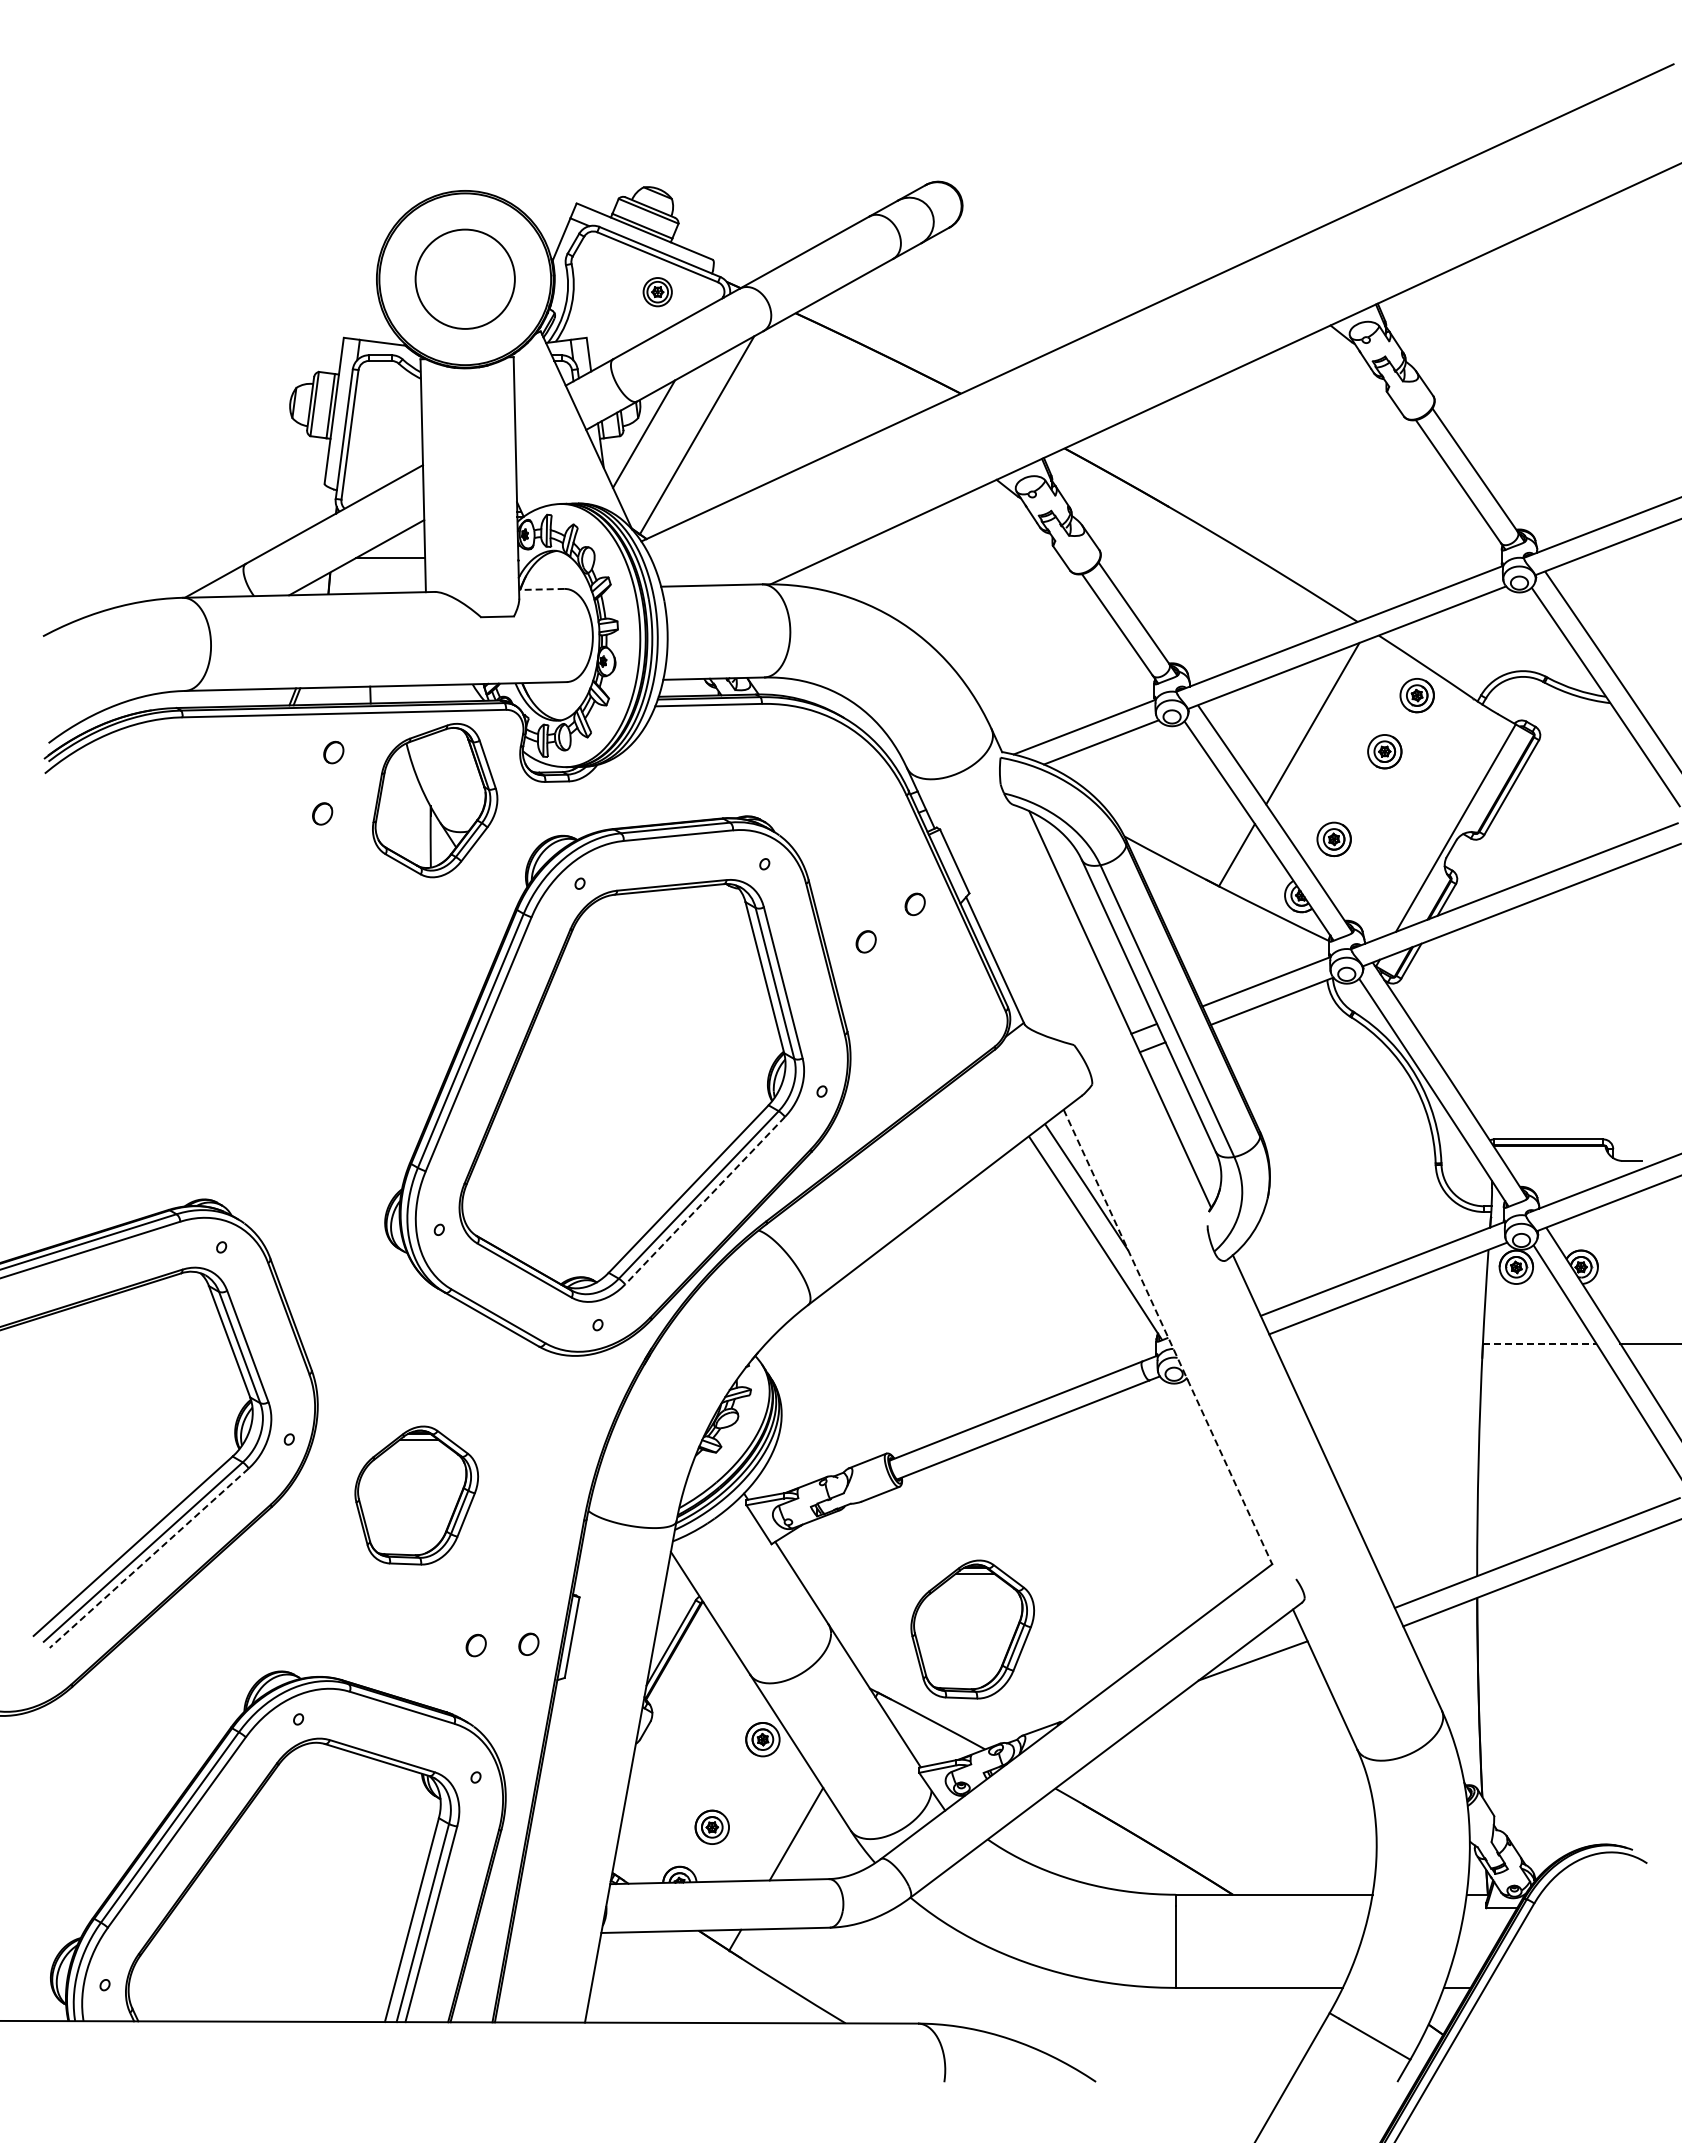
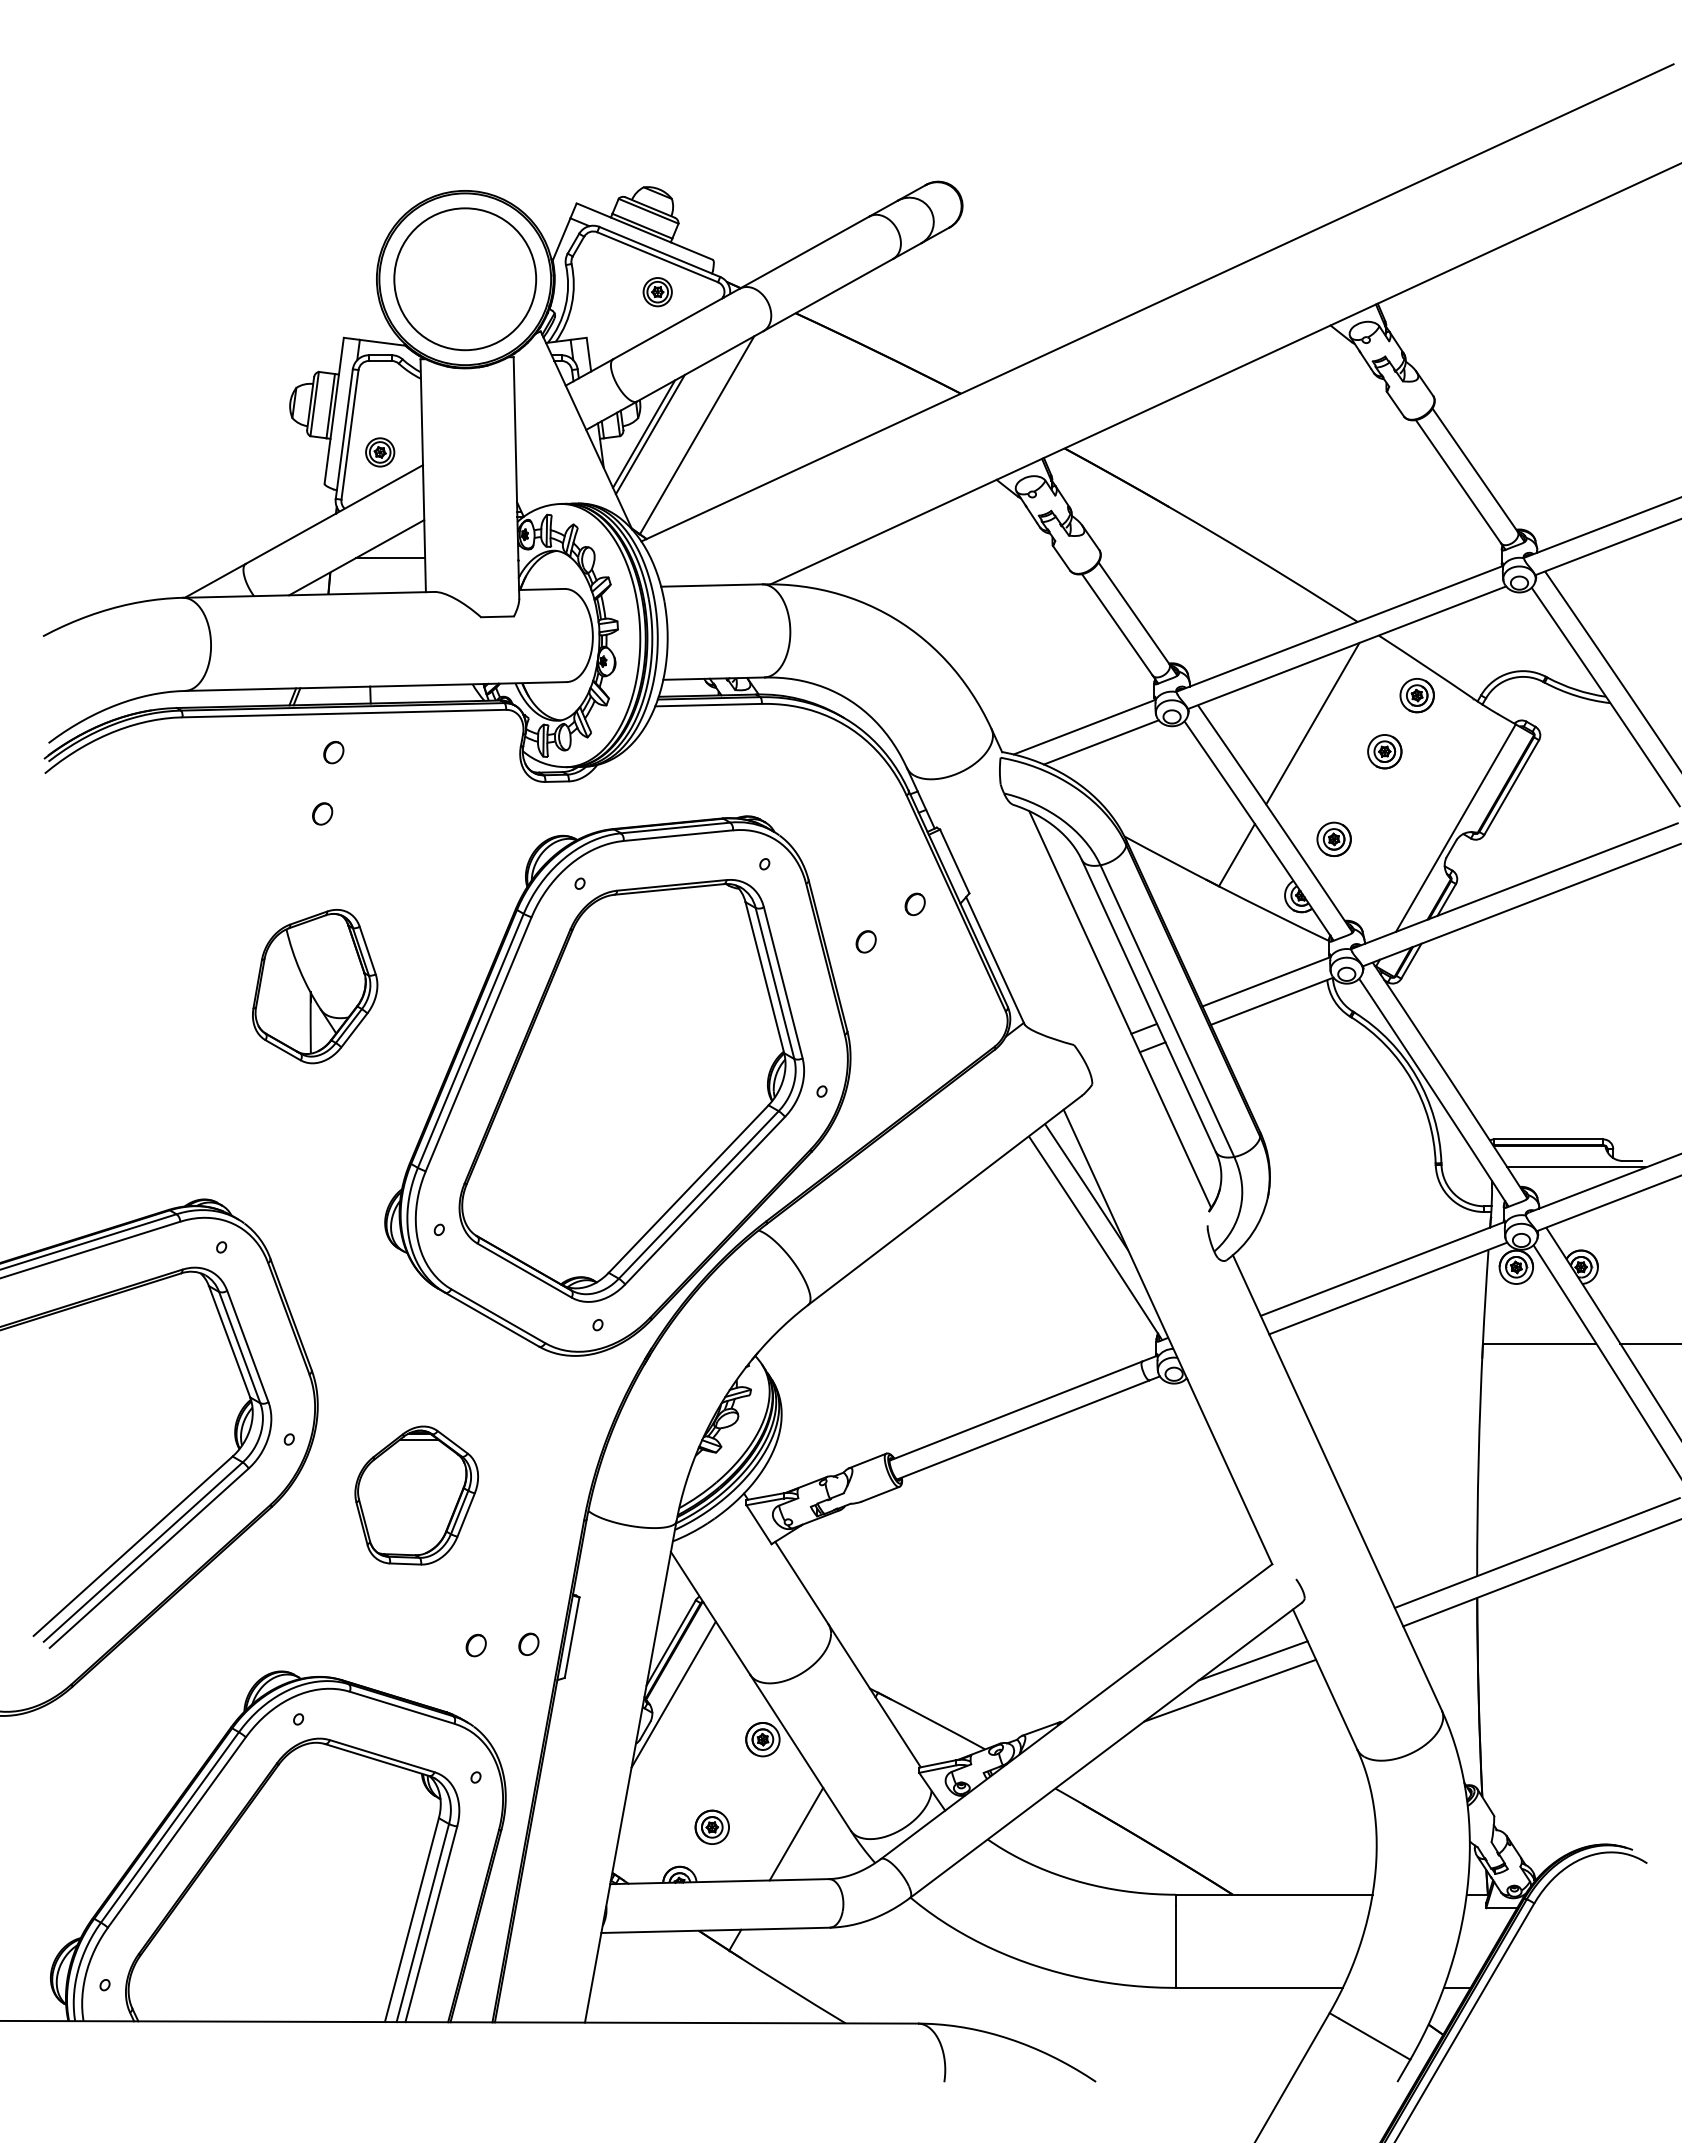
circle at (464, 278) diameter: 99 px -> 142 px
line at (649, 434): none -> present
part at (380, 452): none -> present
line at (541, 589): dashed -> solid
part at (435, 800) position: (435, 800) -> (315, 986)
line at (1576, 1167): none -> present
line at (705, 1200): dashed -> solid
line at (1168, 1337): dashed -> solid
line at (1539, 1343): dashed -> solid
line at (149, 1558): dashed -> solid
part at (972, 1629): present -> none
line at (1230, 1690): none -> present
line at (673, 1694): none -> present
